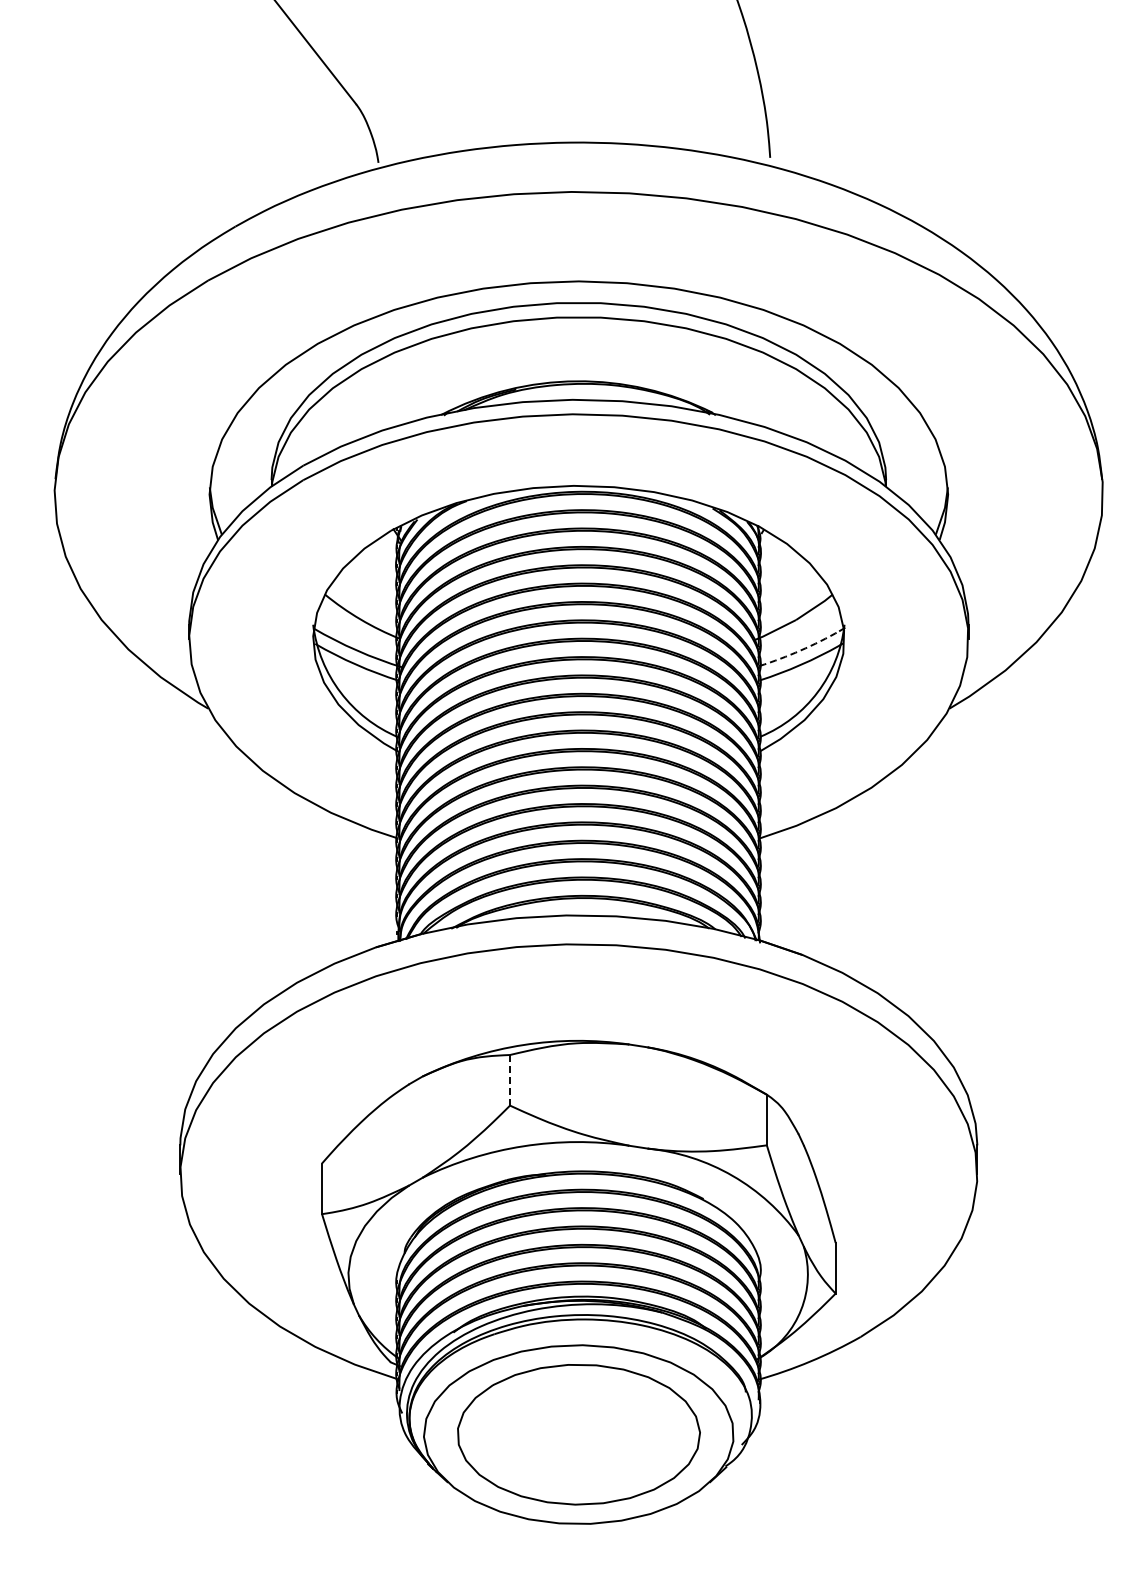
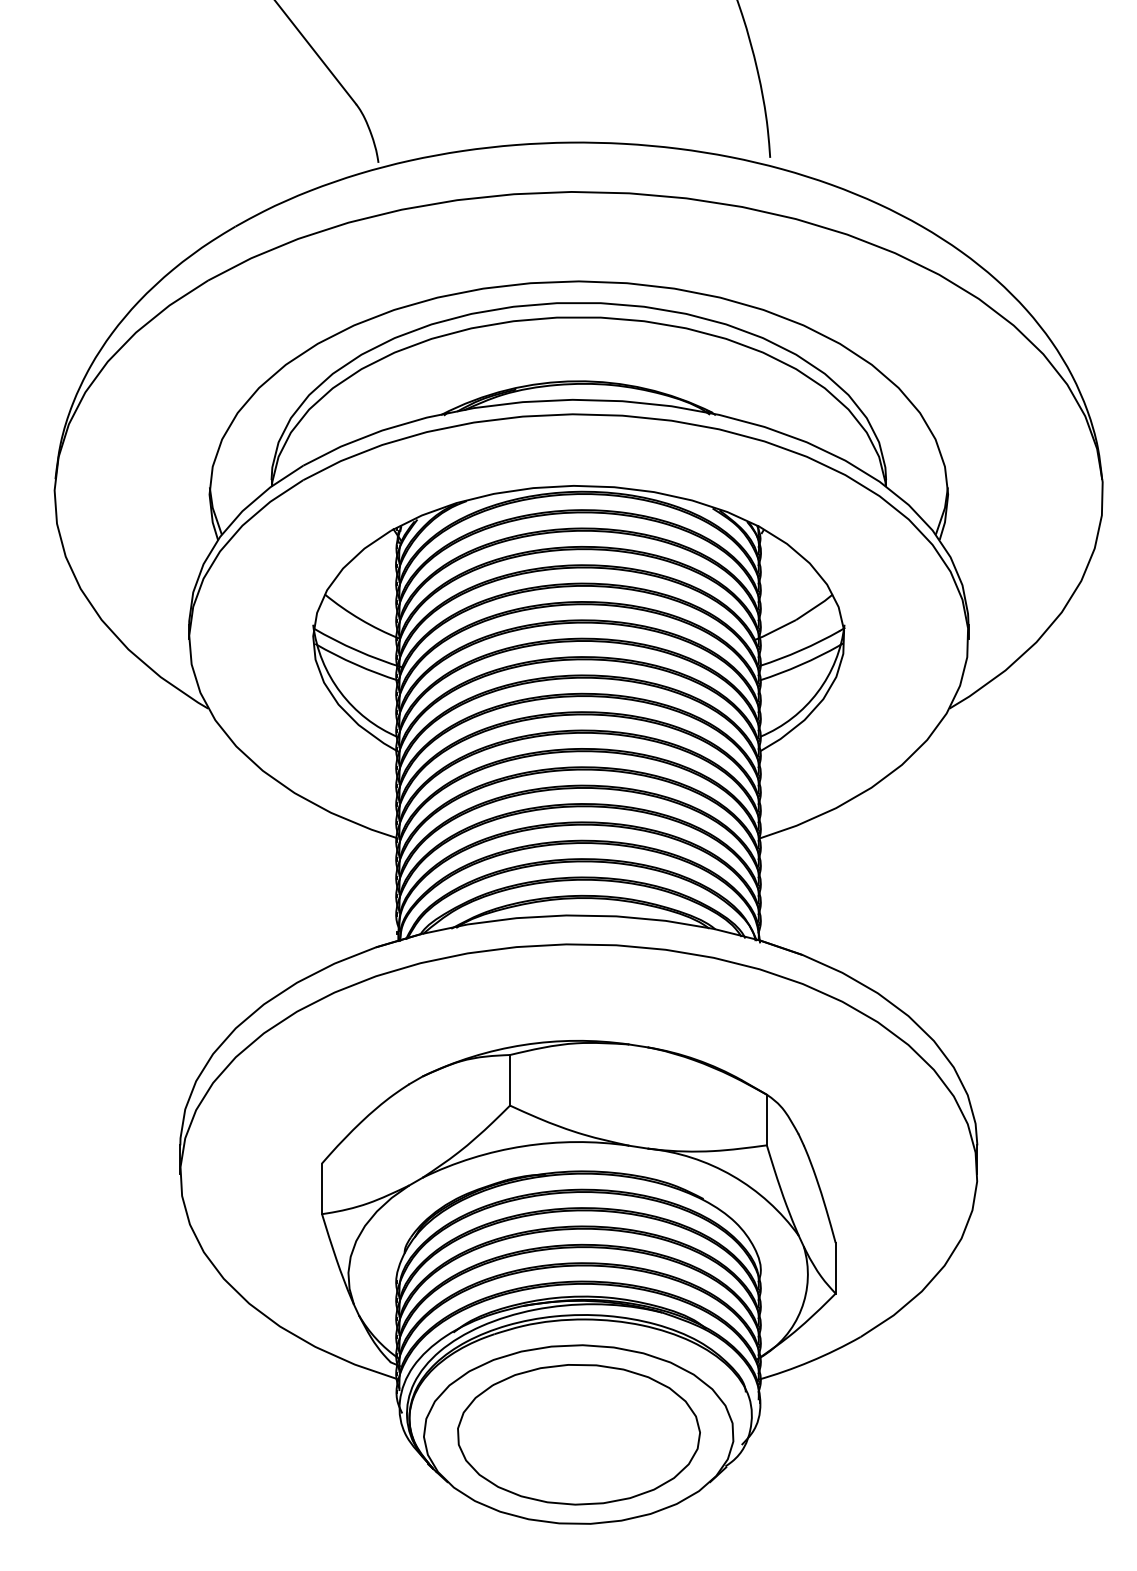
arc at (800, 650): dashed -> solid
line at (510, 1080): dashed -> solid
